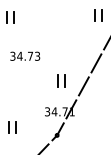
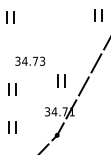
text at (25, 55) position: (25, 55) -> (30, 60)
part at (12, 89): none -> present
